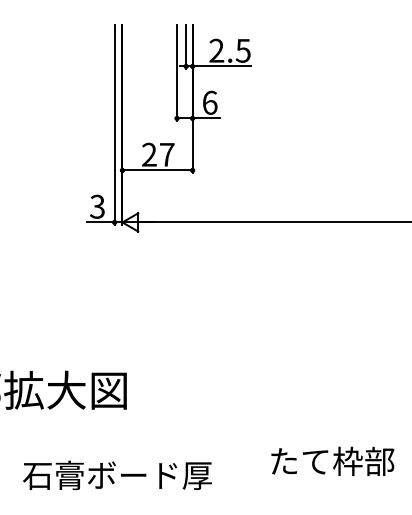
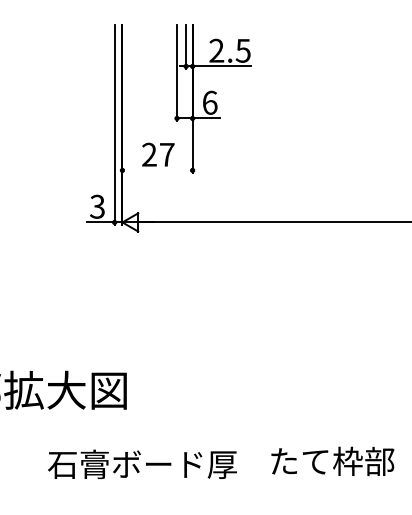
line at (157, 170): present -> none
text at (117, 475) position: (117, 475) -> (142, 464)
